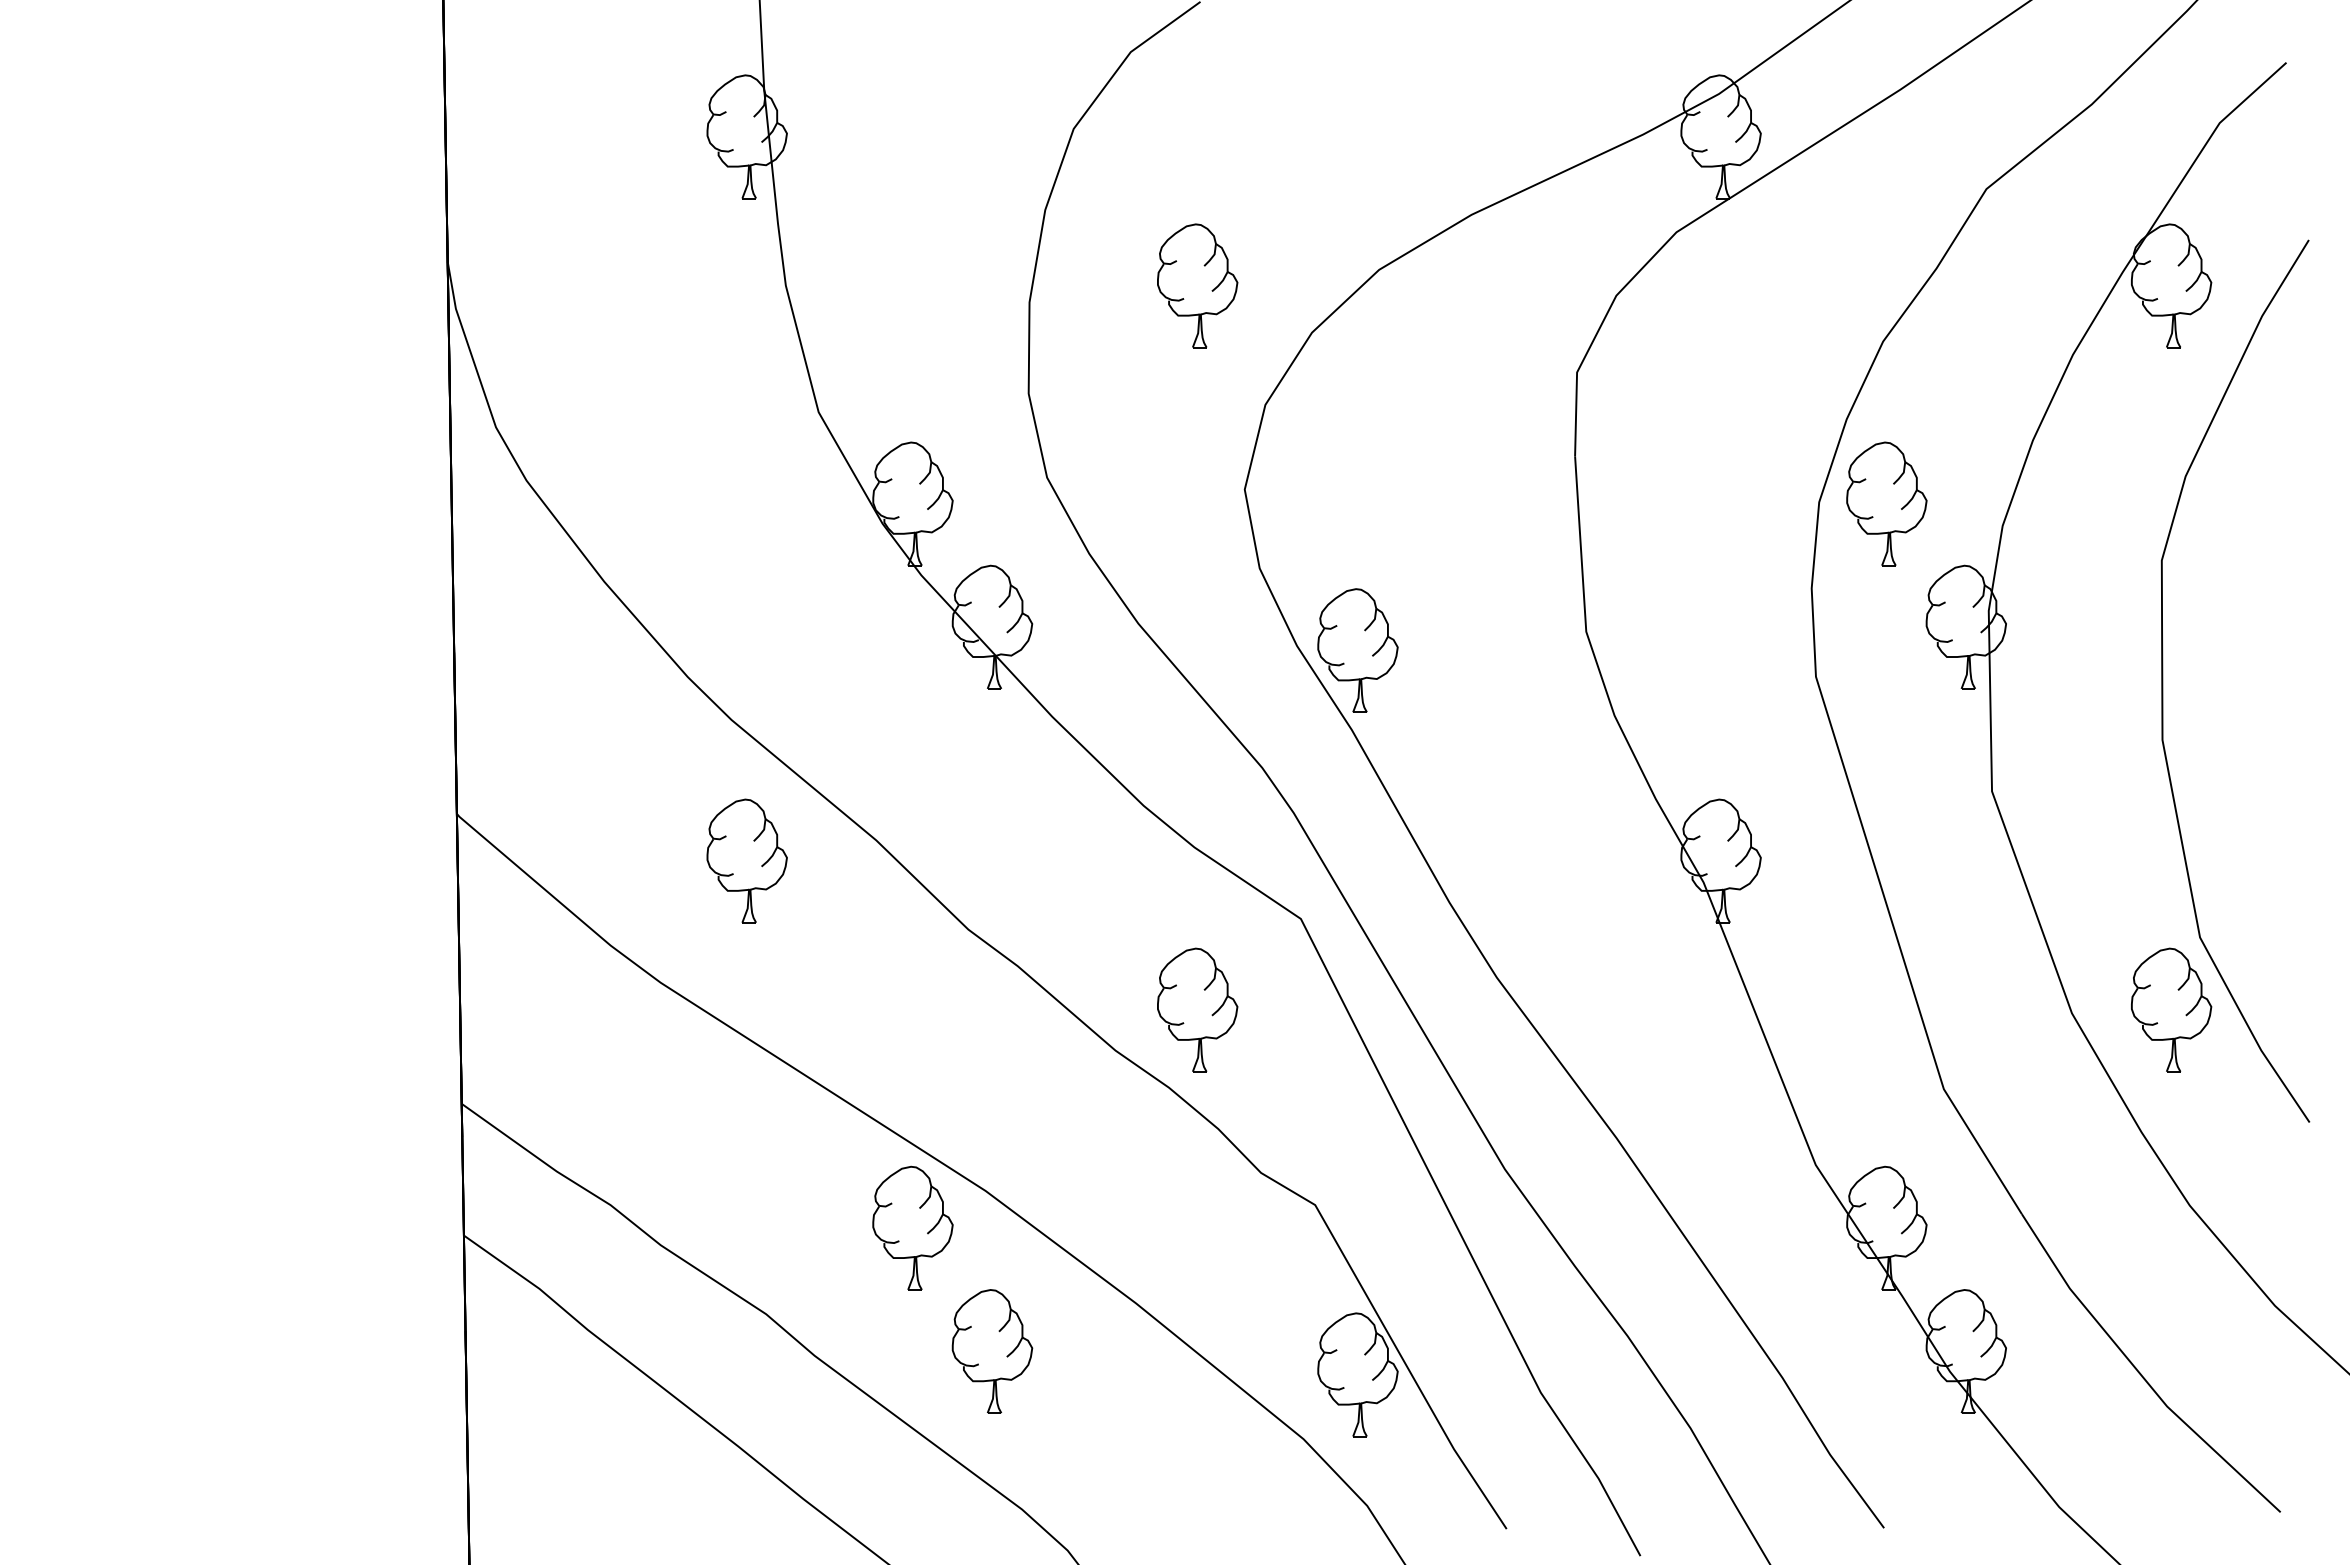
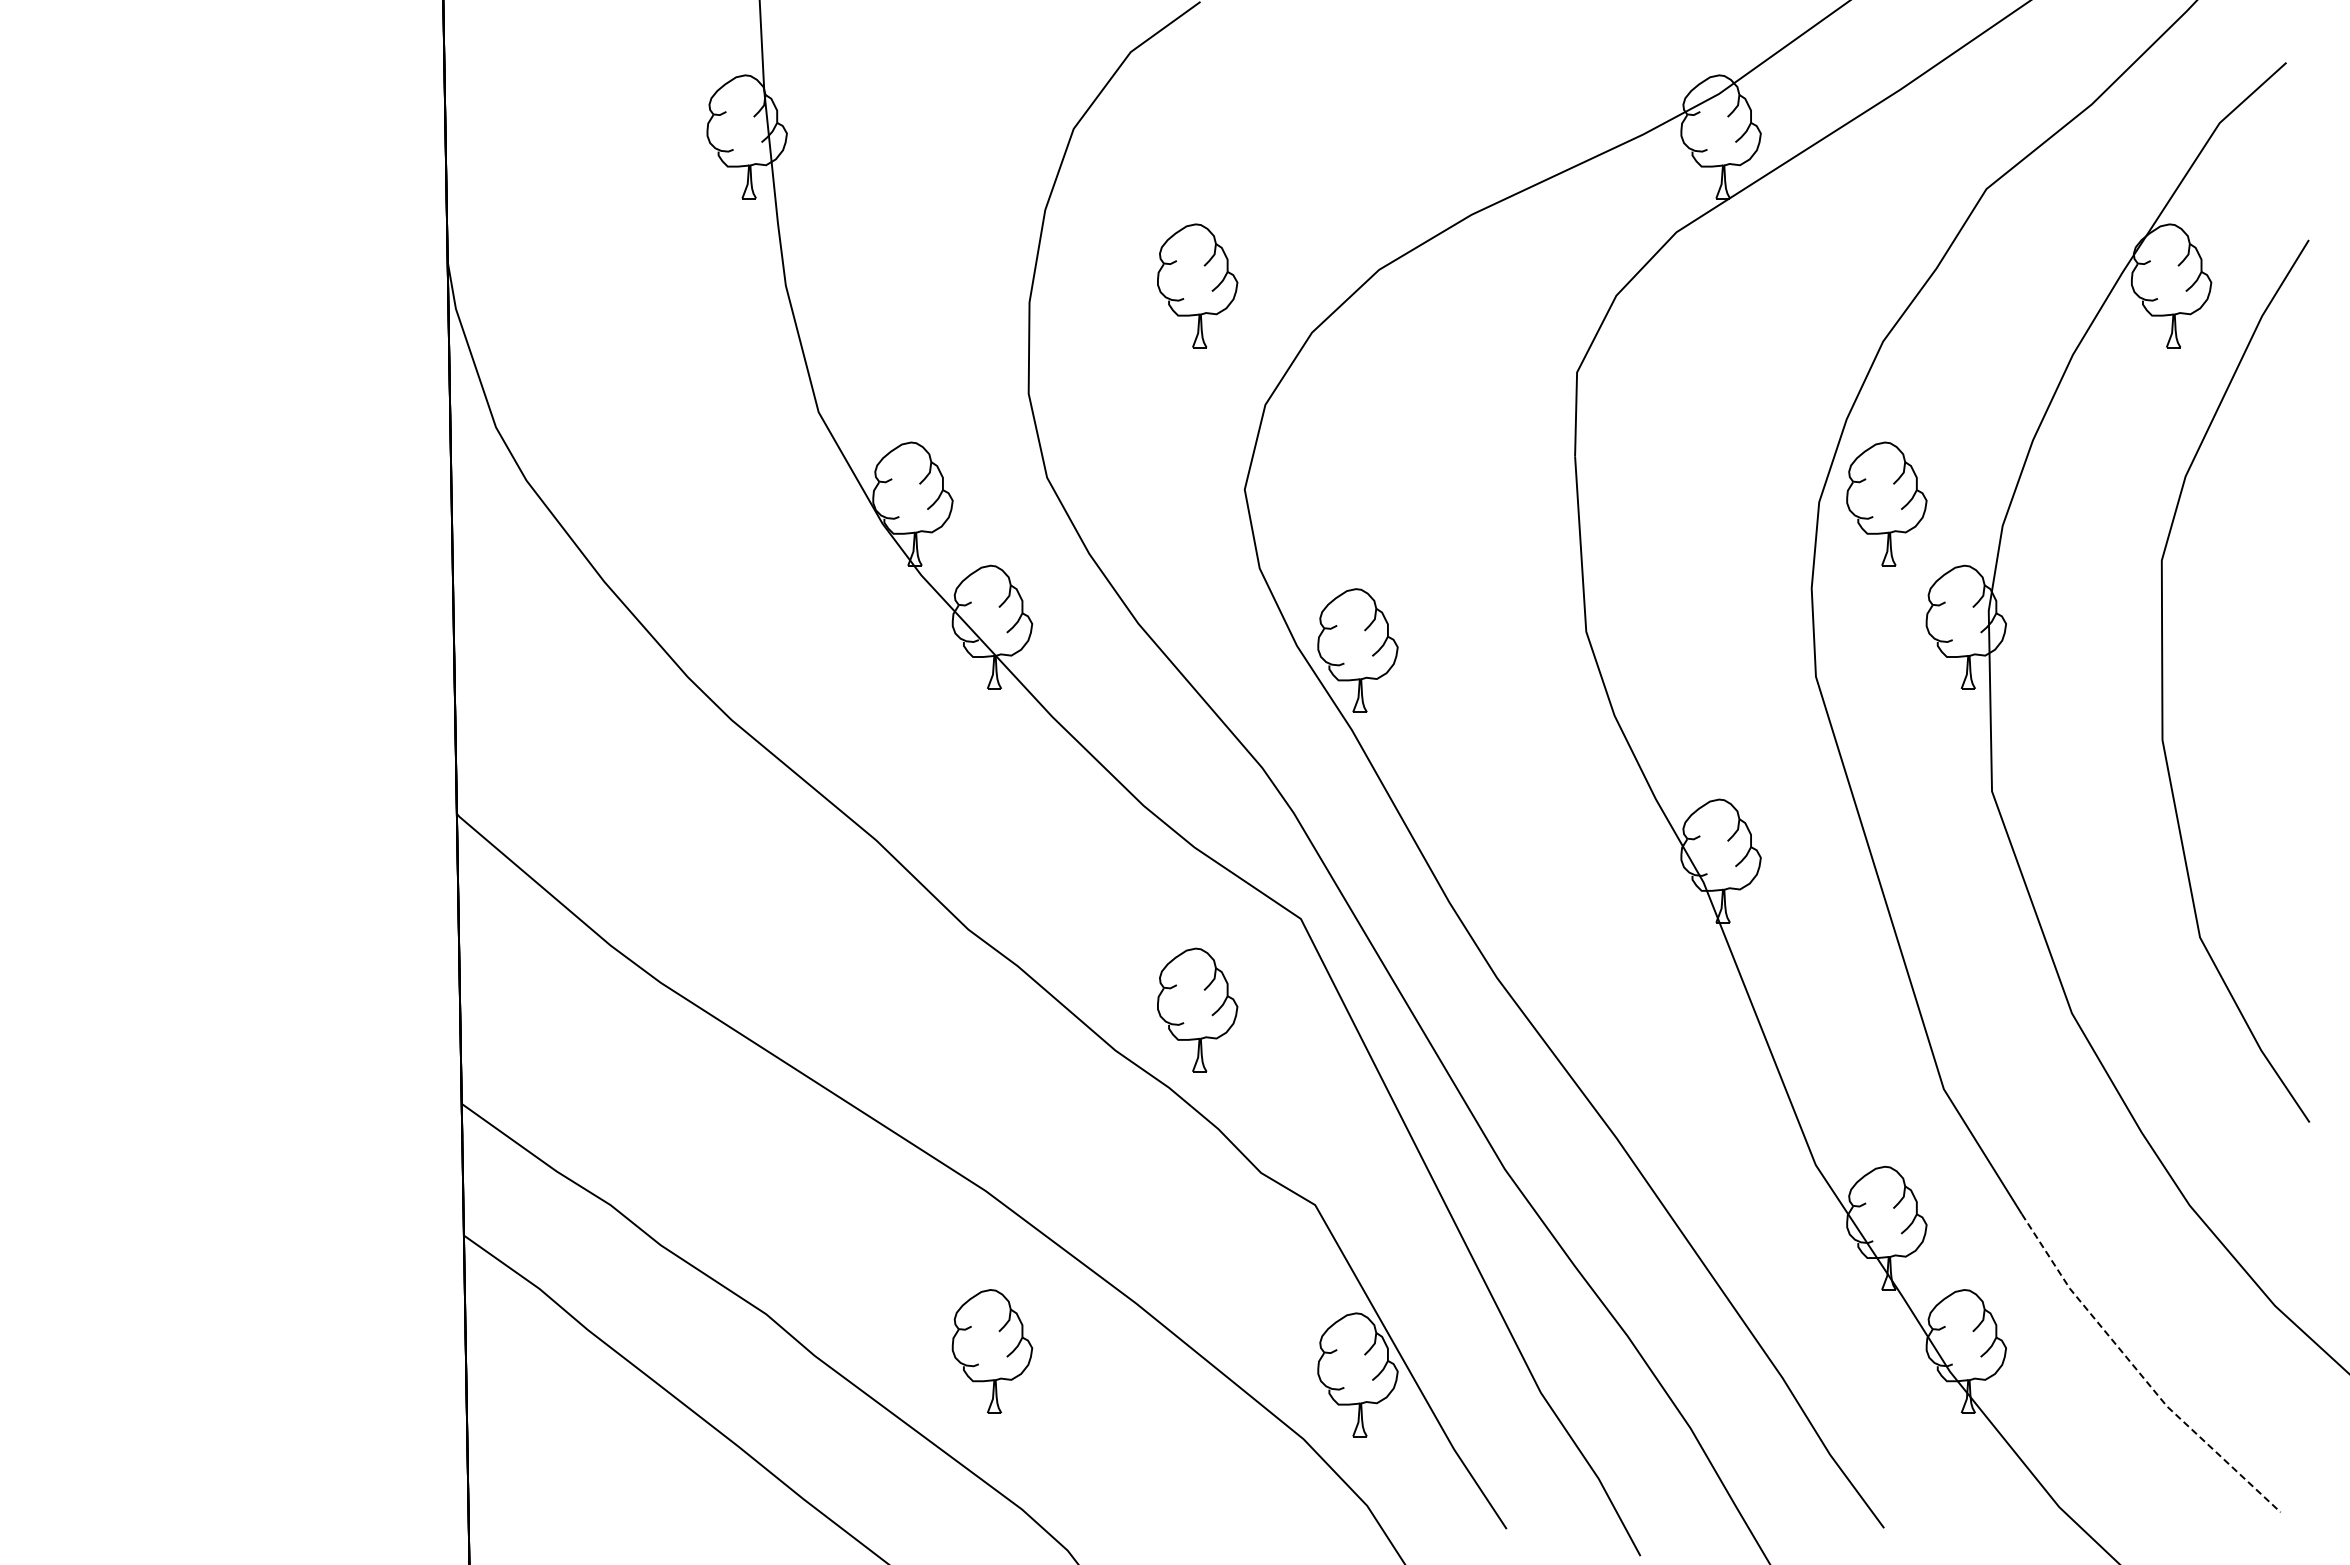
part at (746, 860): present -> none
part at (2171, 1009): present -> none
part at (912, 1227): present -> none
line at (2139, 1373): solid -> dashed
